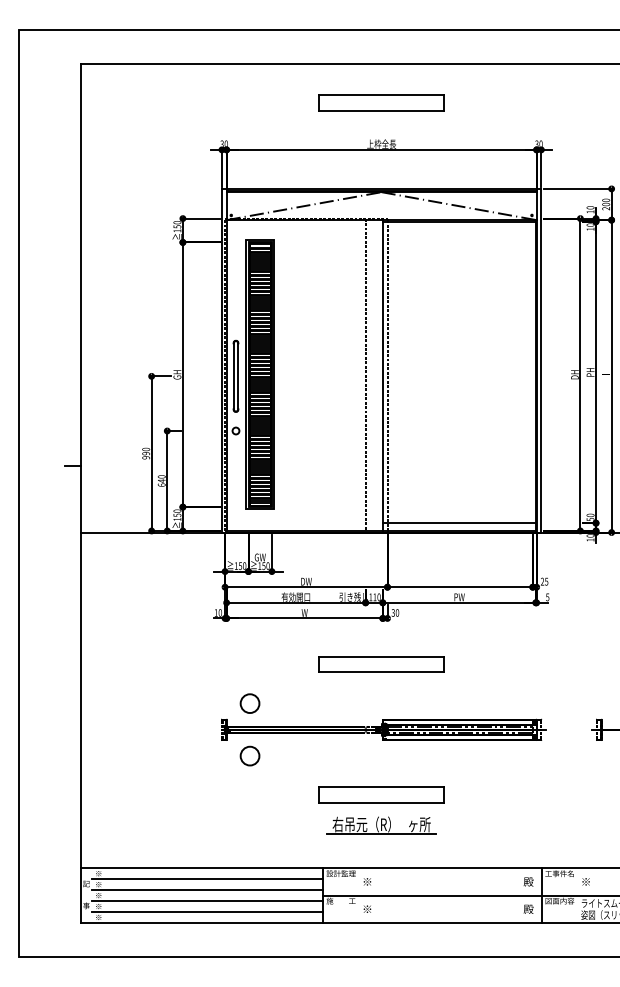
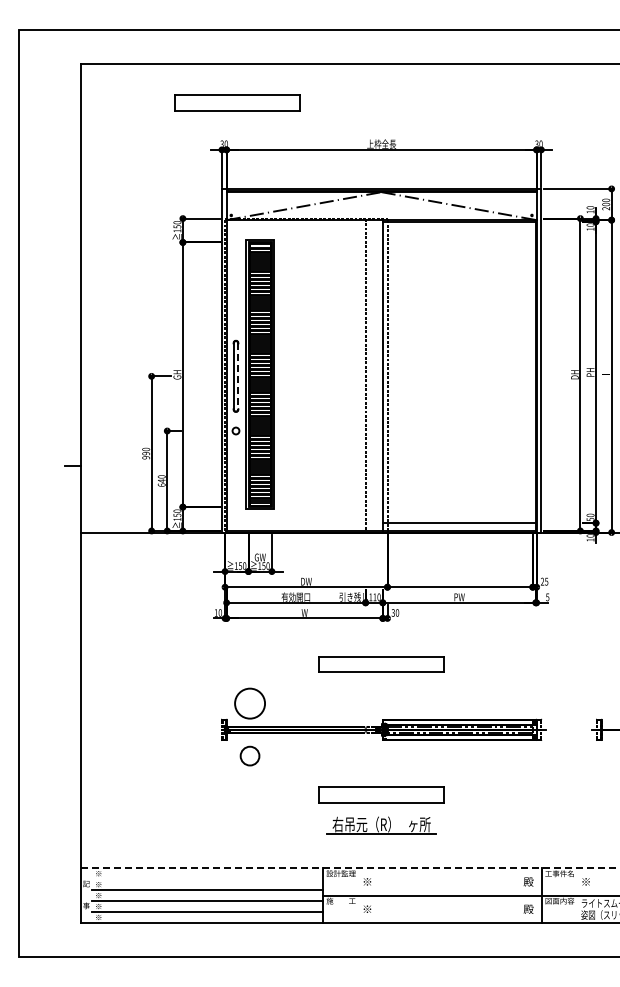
part at (381, 102) position: (381, 102) -> (237, 102)
line at (238, 376): solid -> dashed
circle at (249, 703) diameter: 19 px -> 30 px
line at (350, 868): solid -> dashed
line at (207, 879): present -> none
